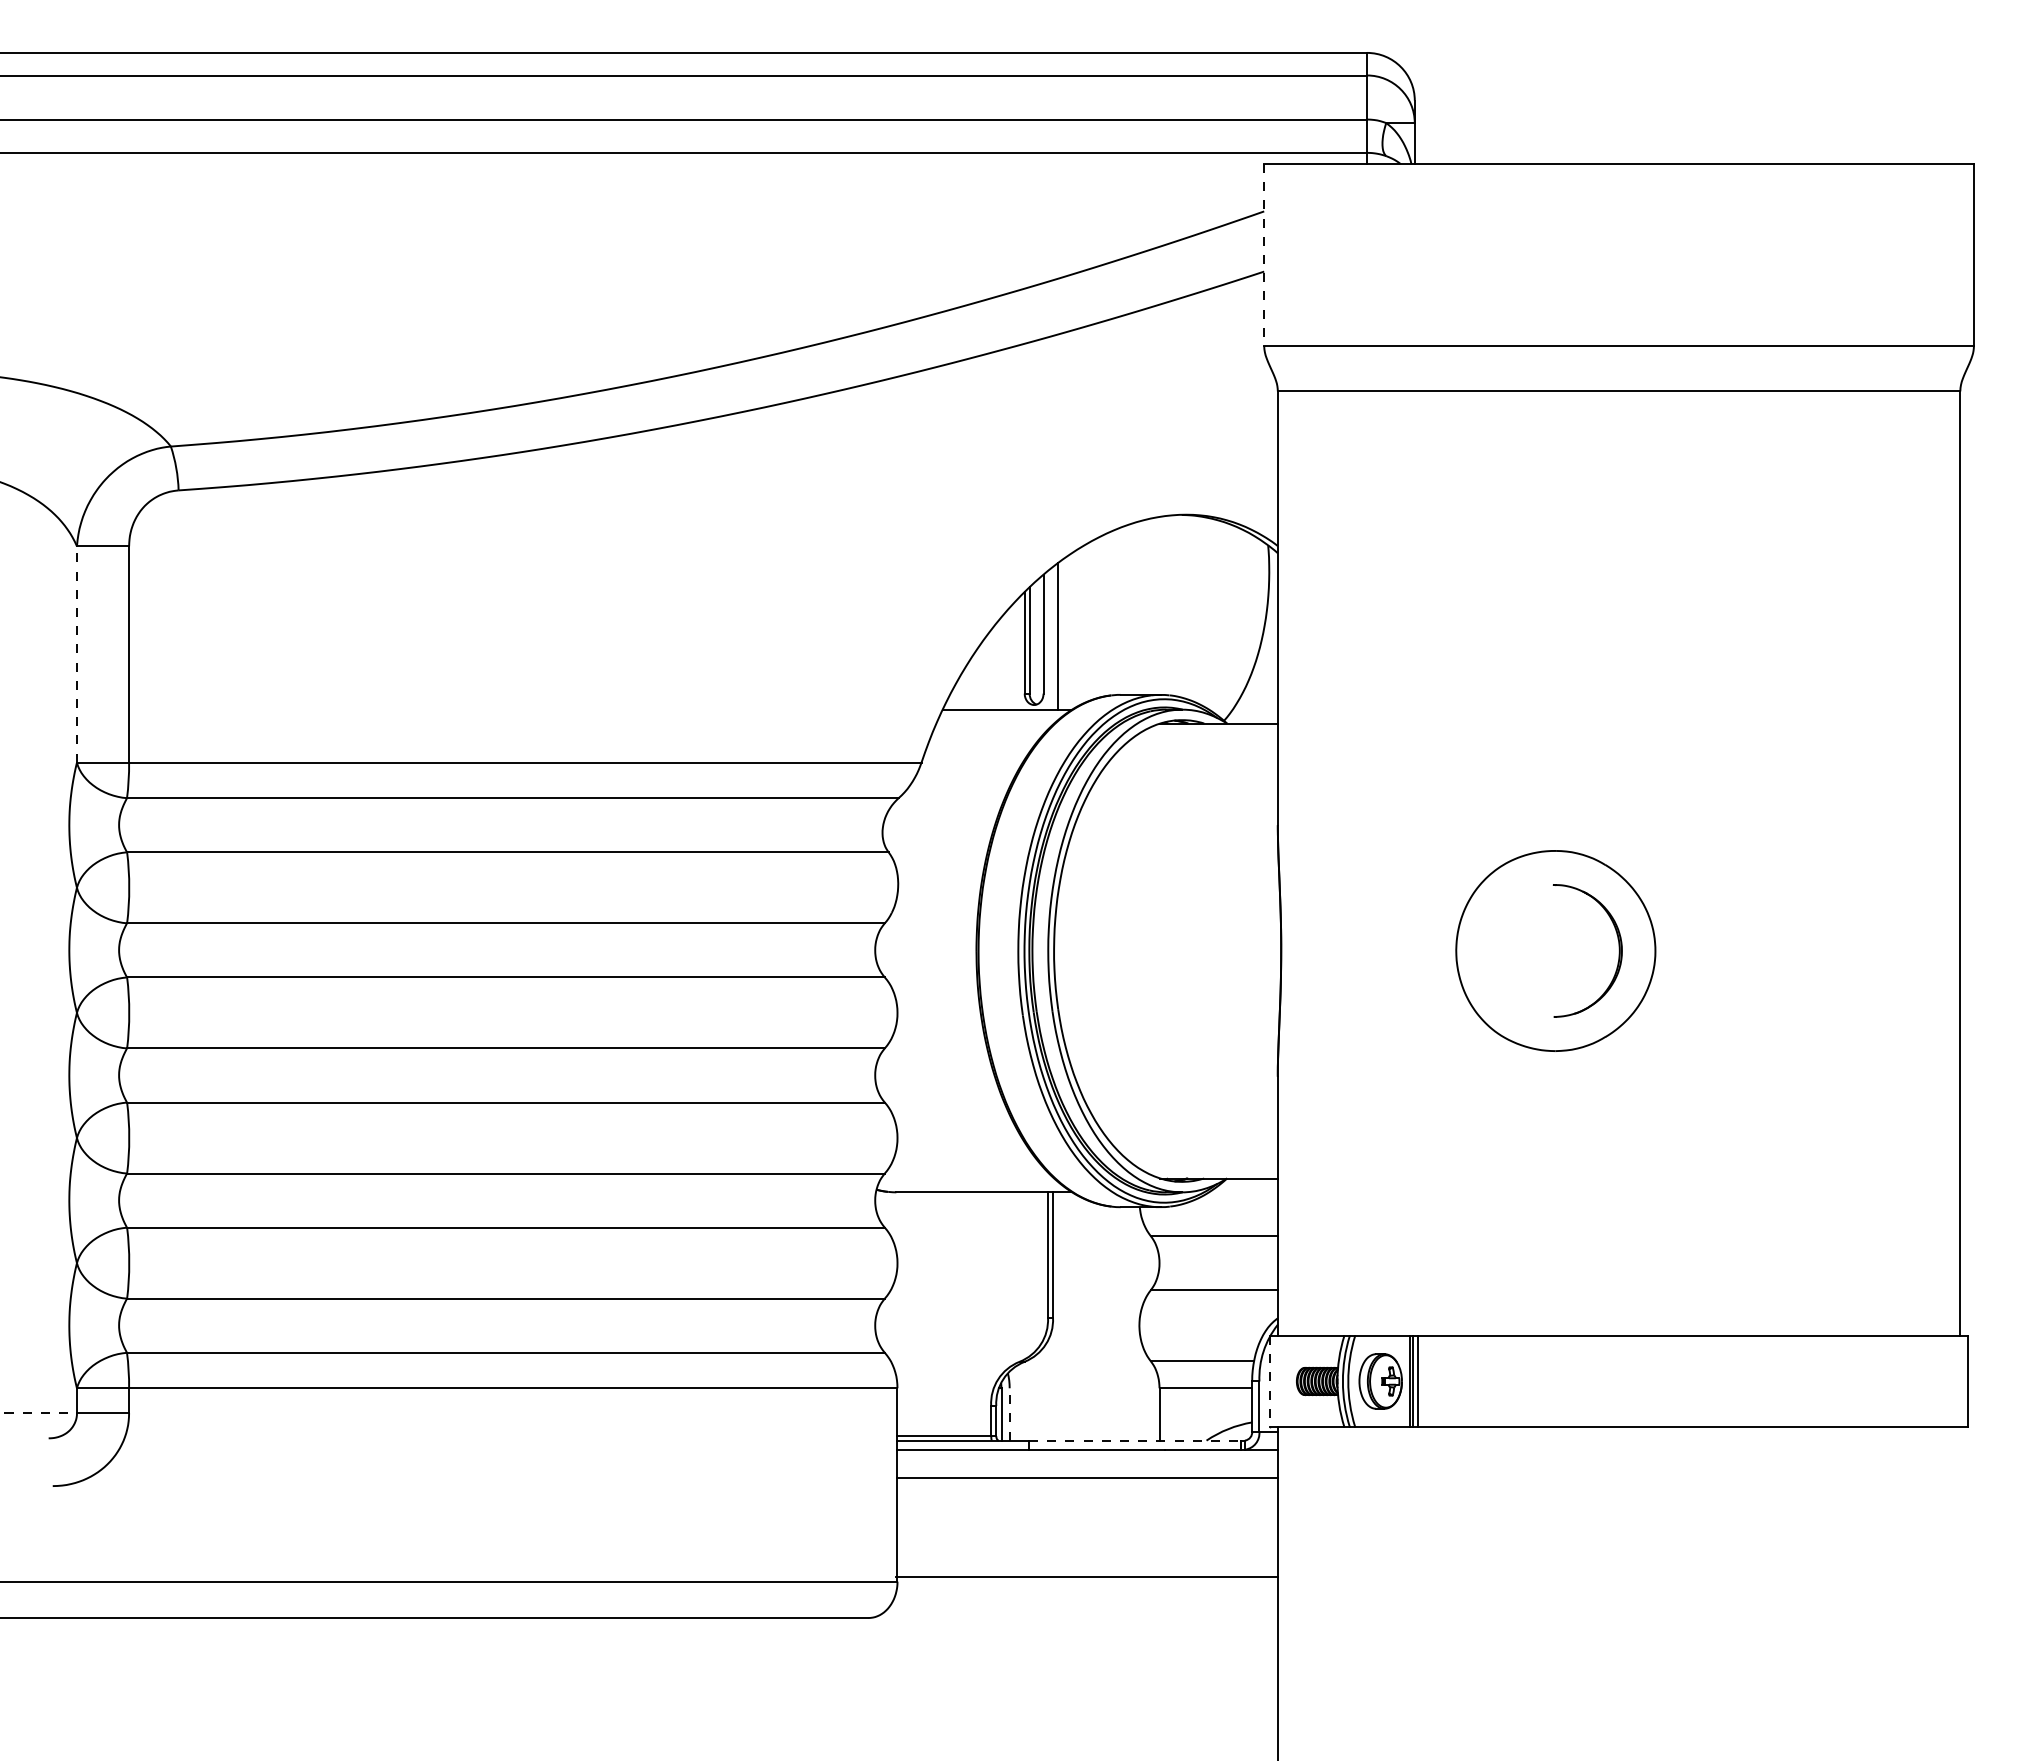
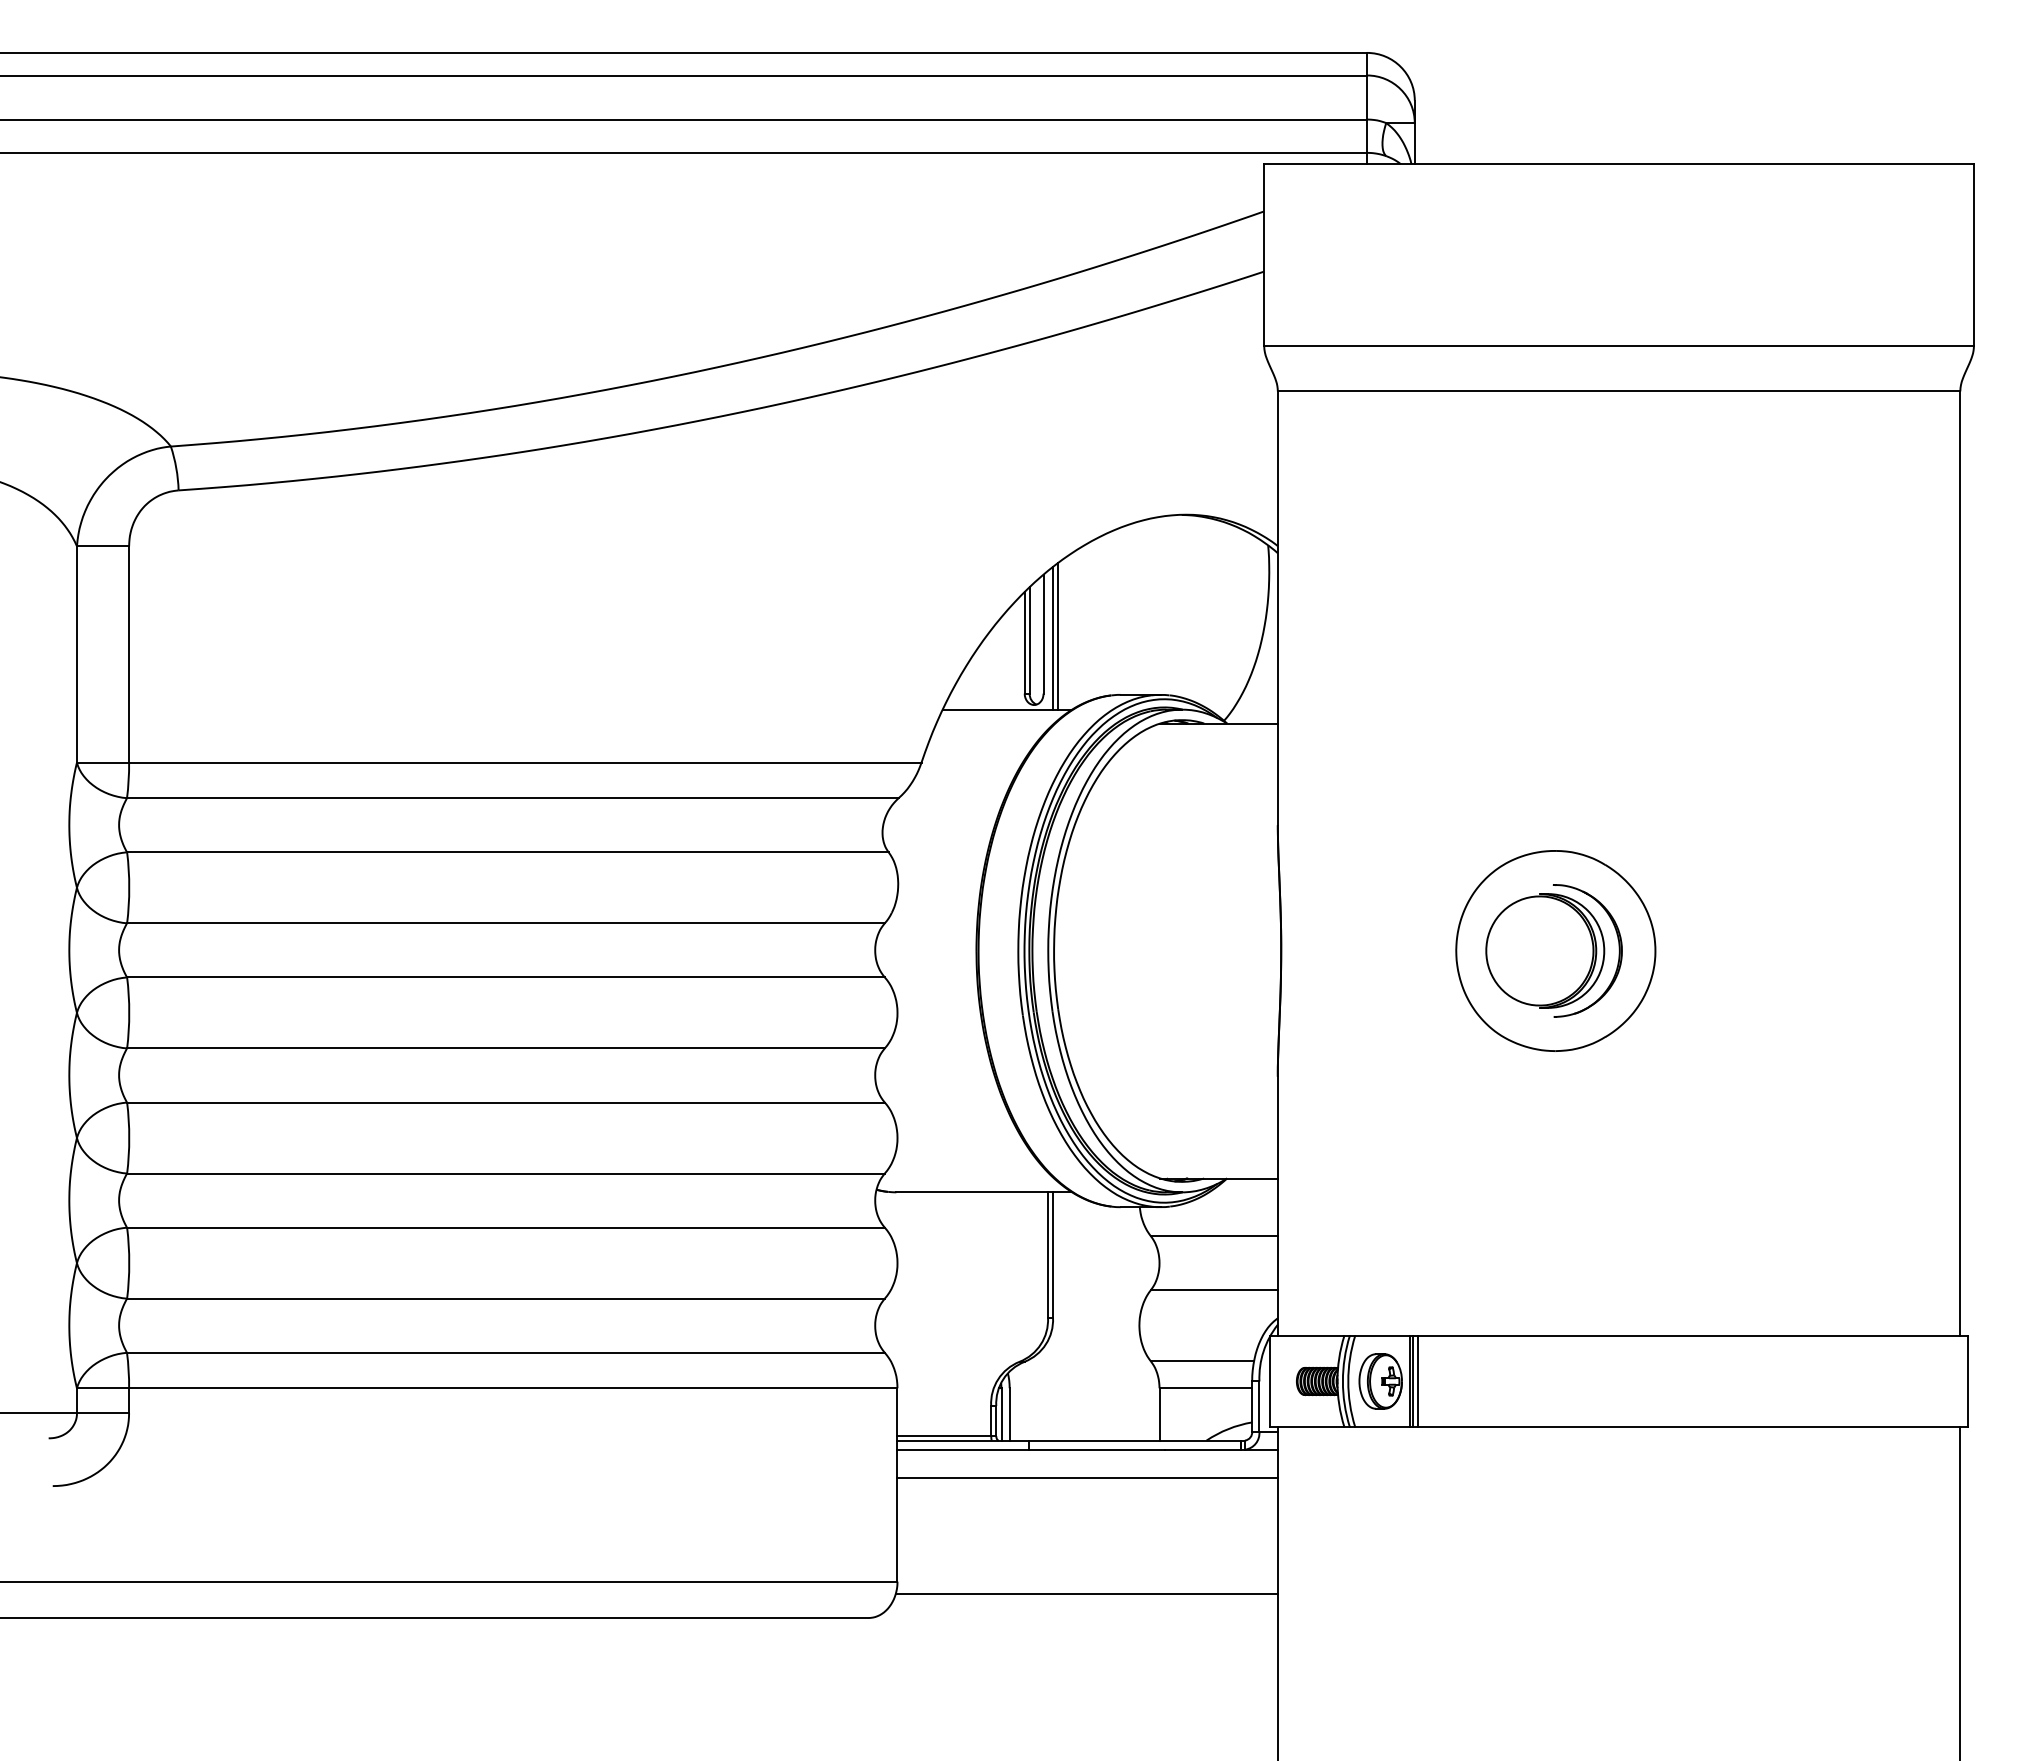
line at (1264, 254): dashed -> solid
line at (1053, 637): none -> present
line at (76, 653): dashed -> solid
part at (1545, 950): none -> present
line at (1270, 1381): dashed -> solid
line at (39, 1413): dashed -> solid
line at (1009, 1413): dashed -> solid
line at (1135, 1440): dashed -> solid
line at (1086, 1577) position: (1086, 1577) -> (1086, 1594)
line at (1960, 1591): none -> present
